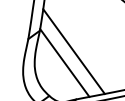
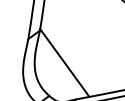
line at (73, 51): present -> none
